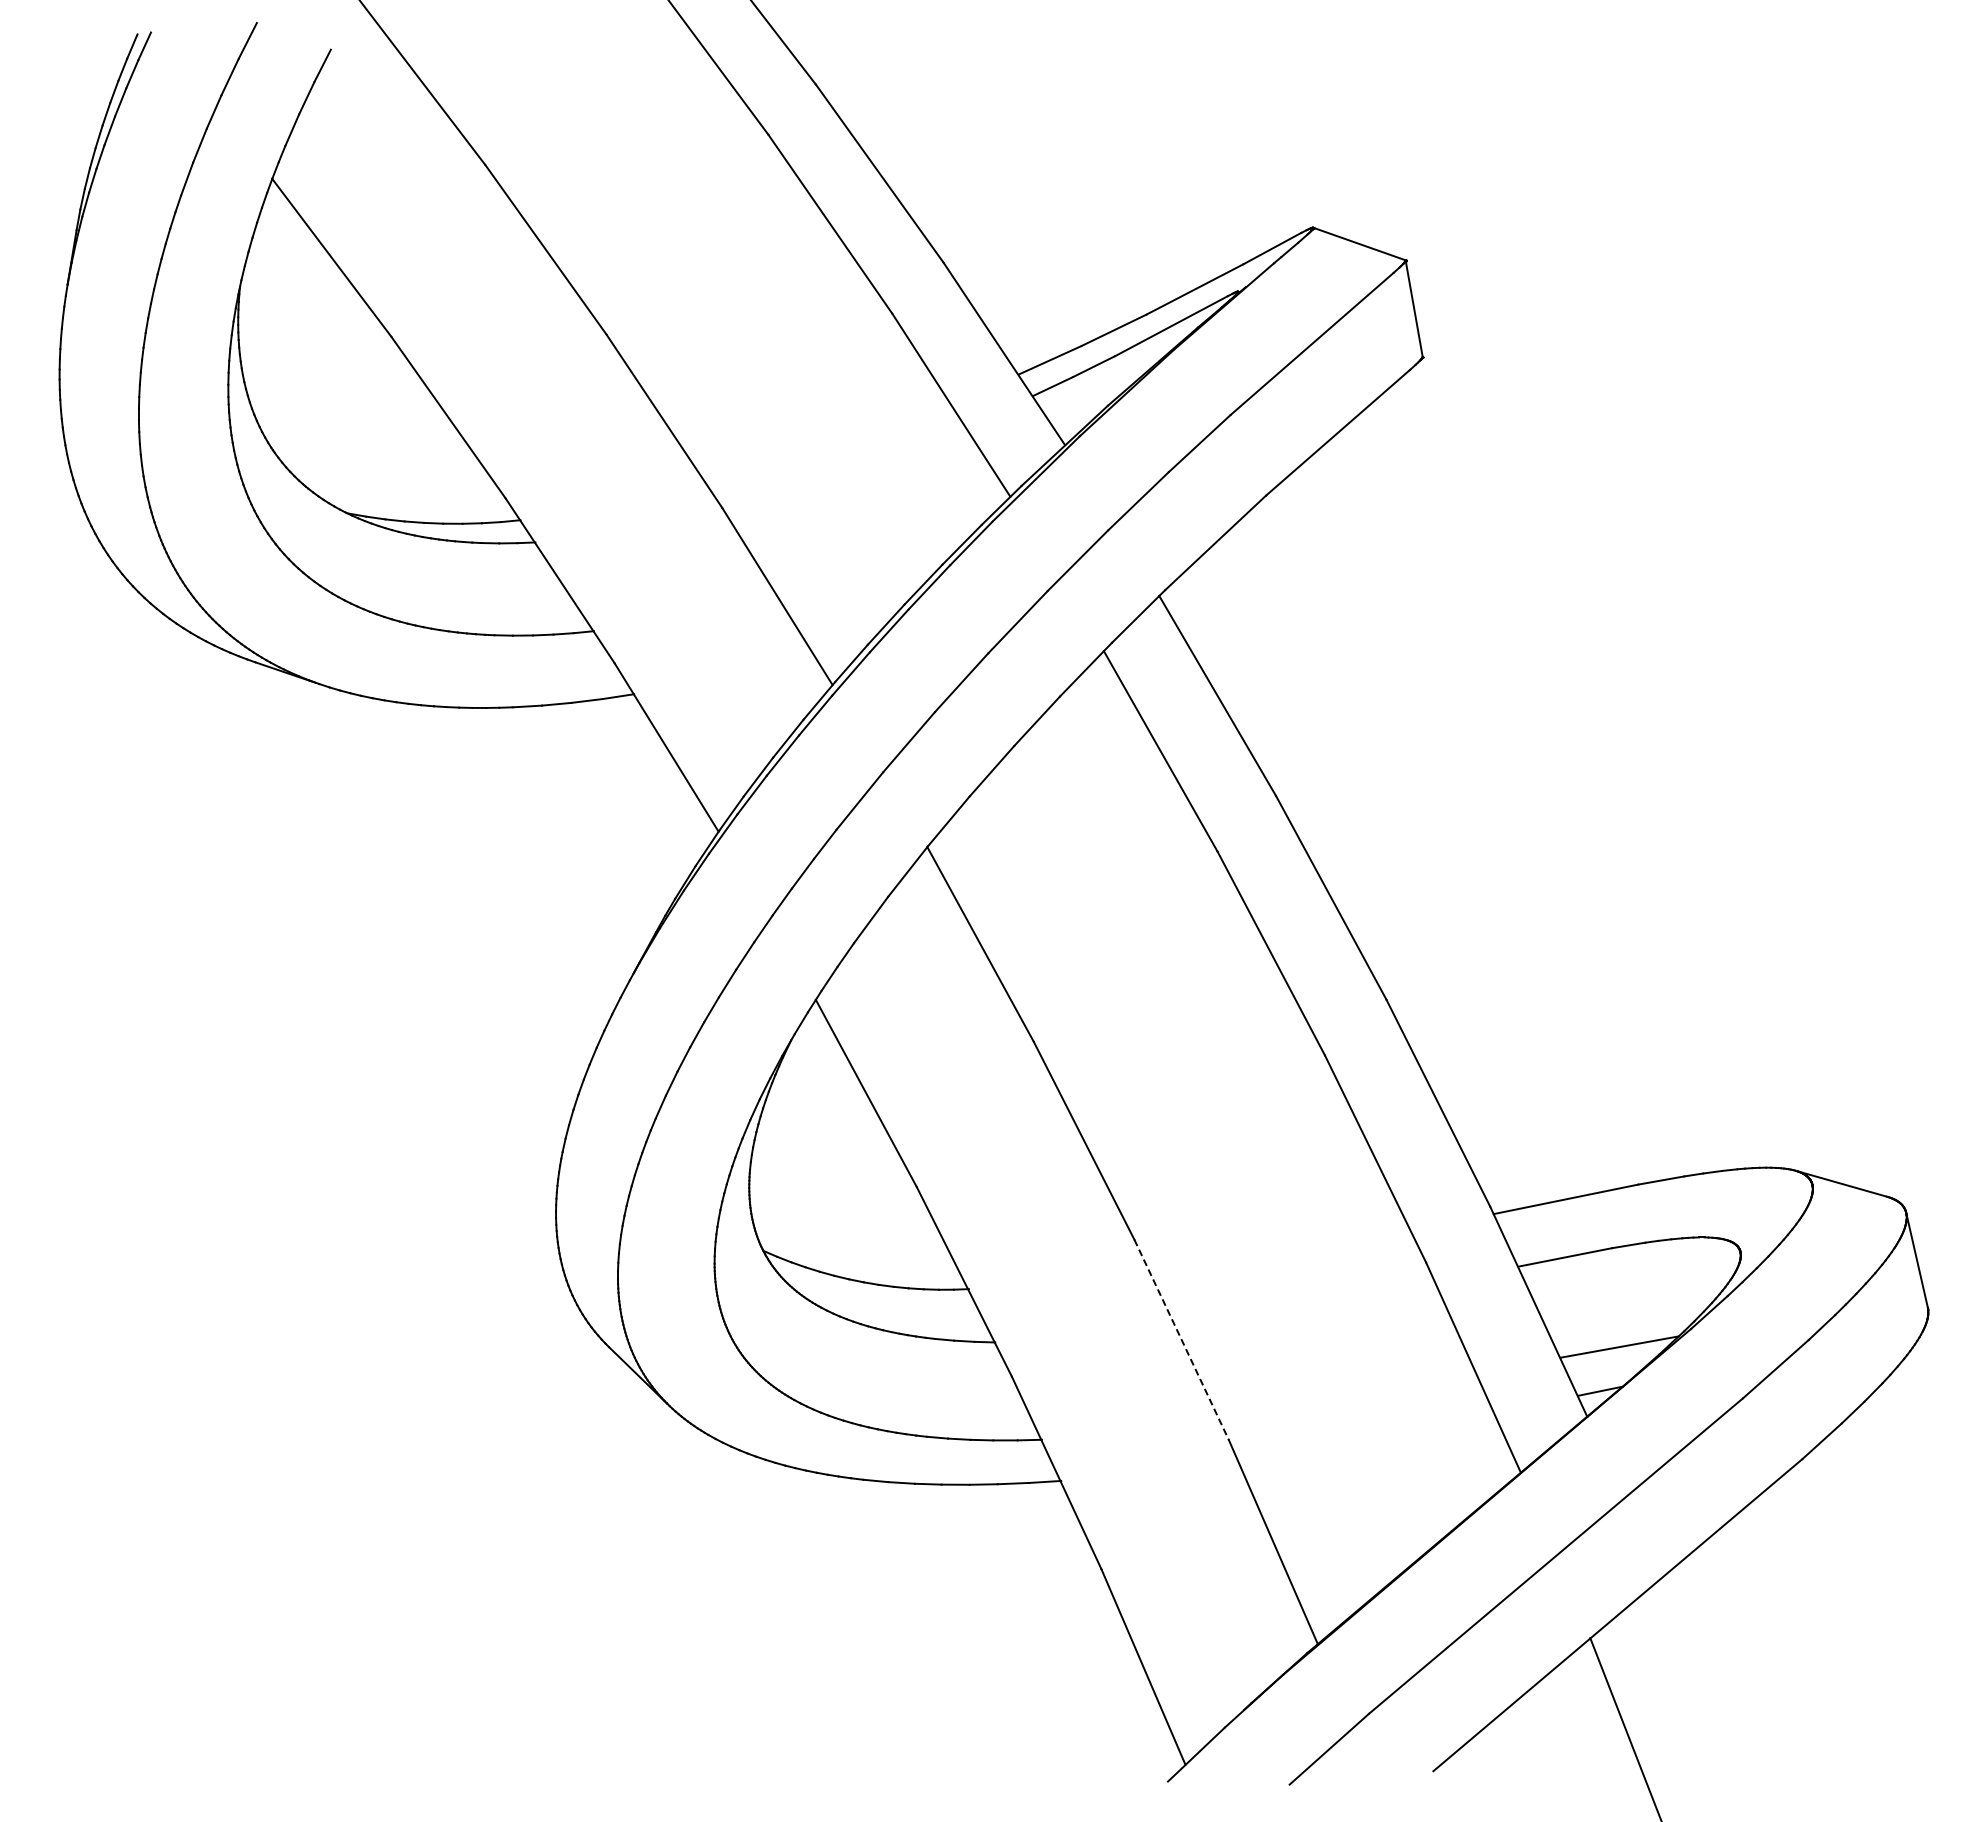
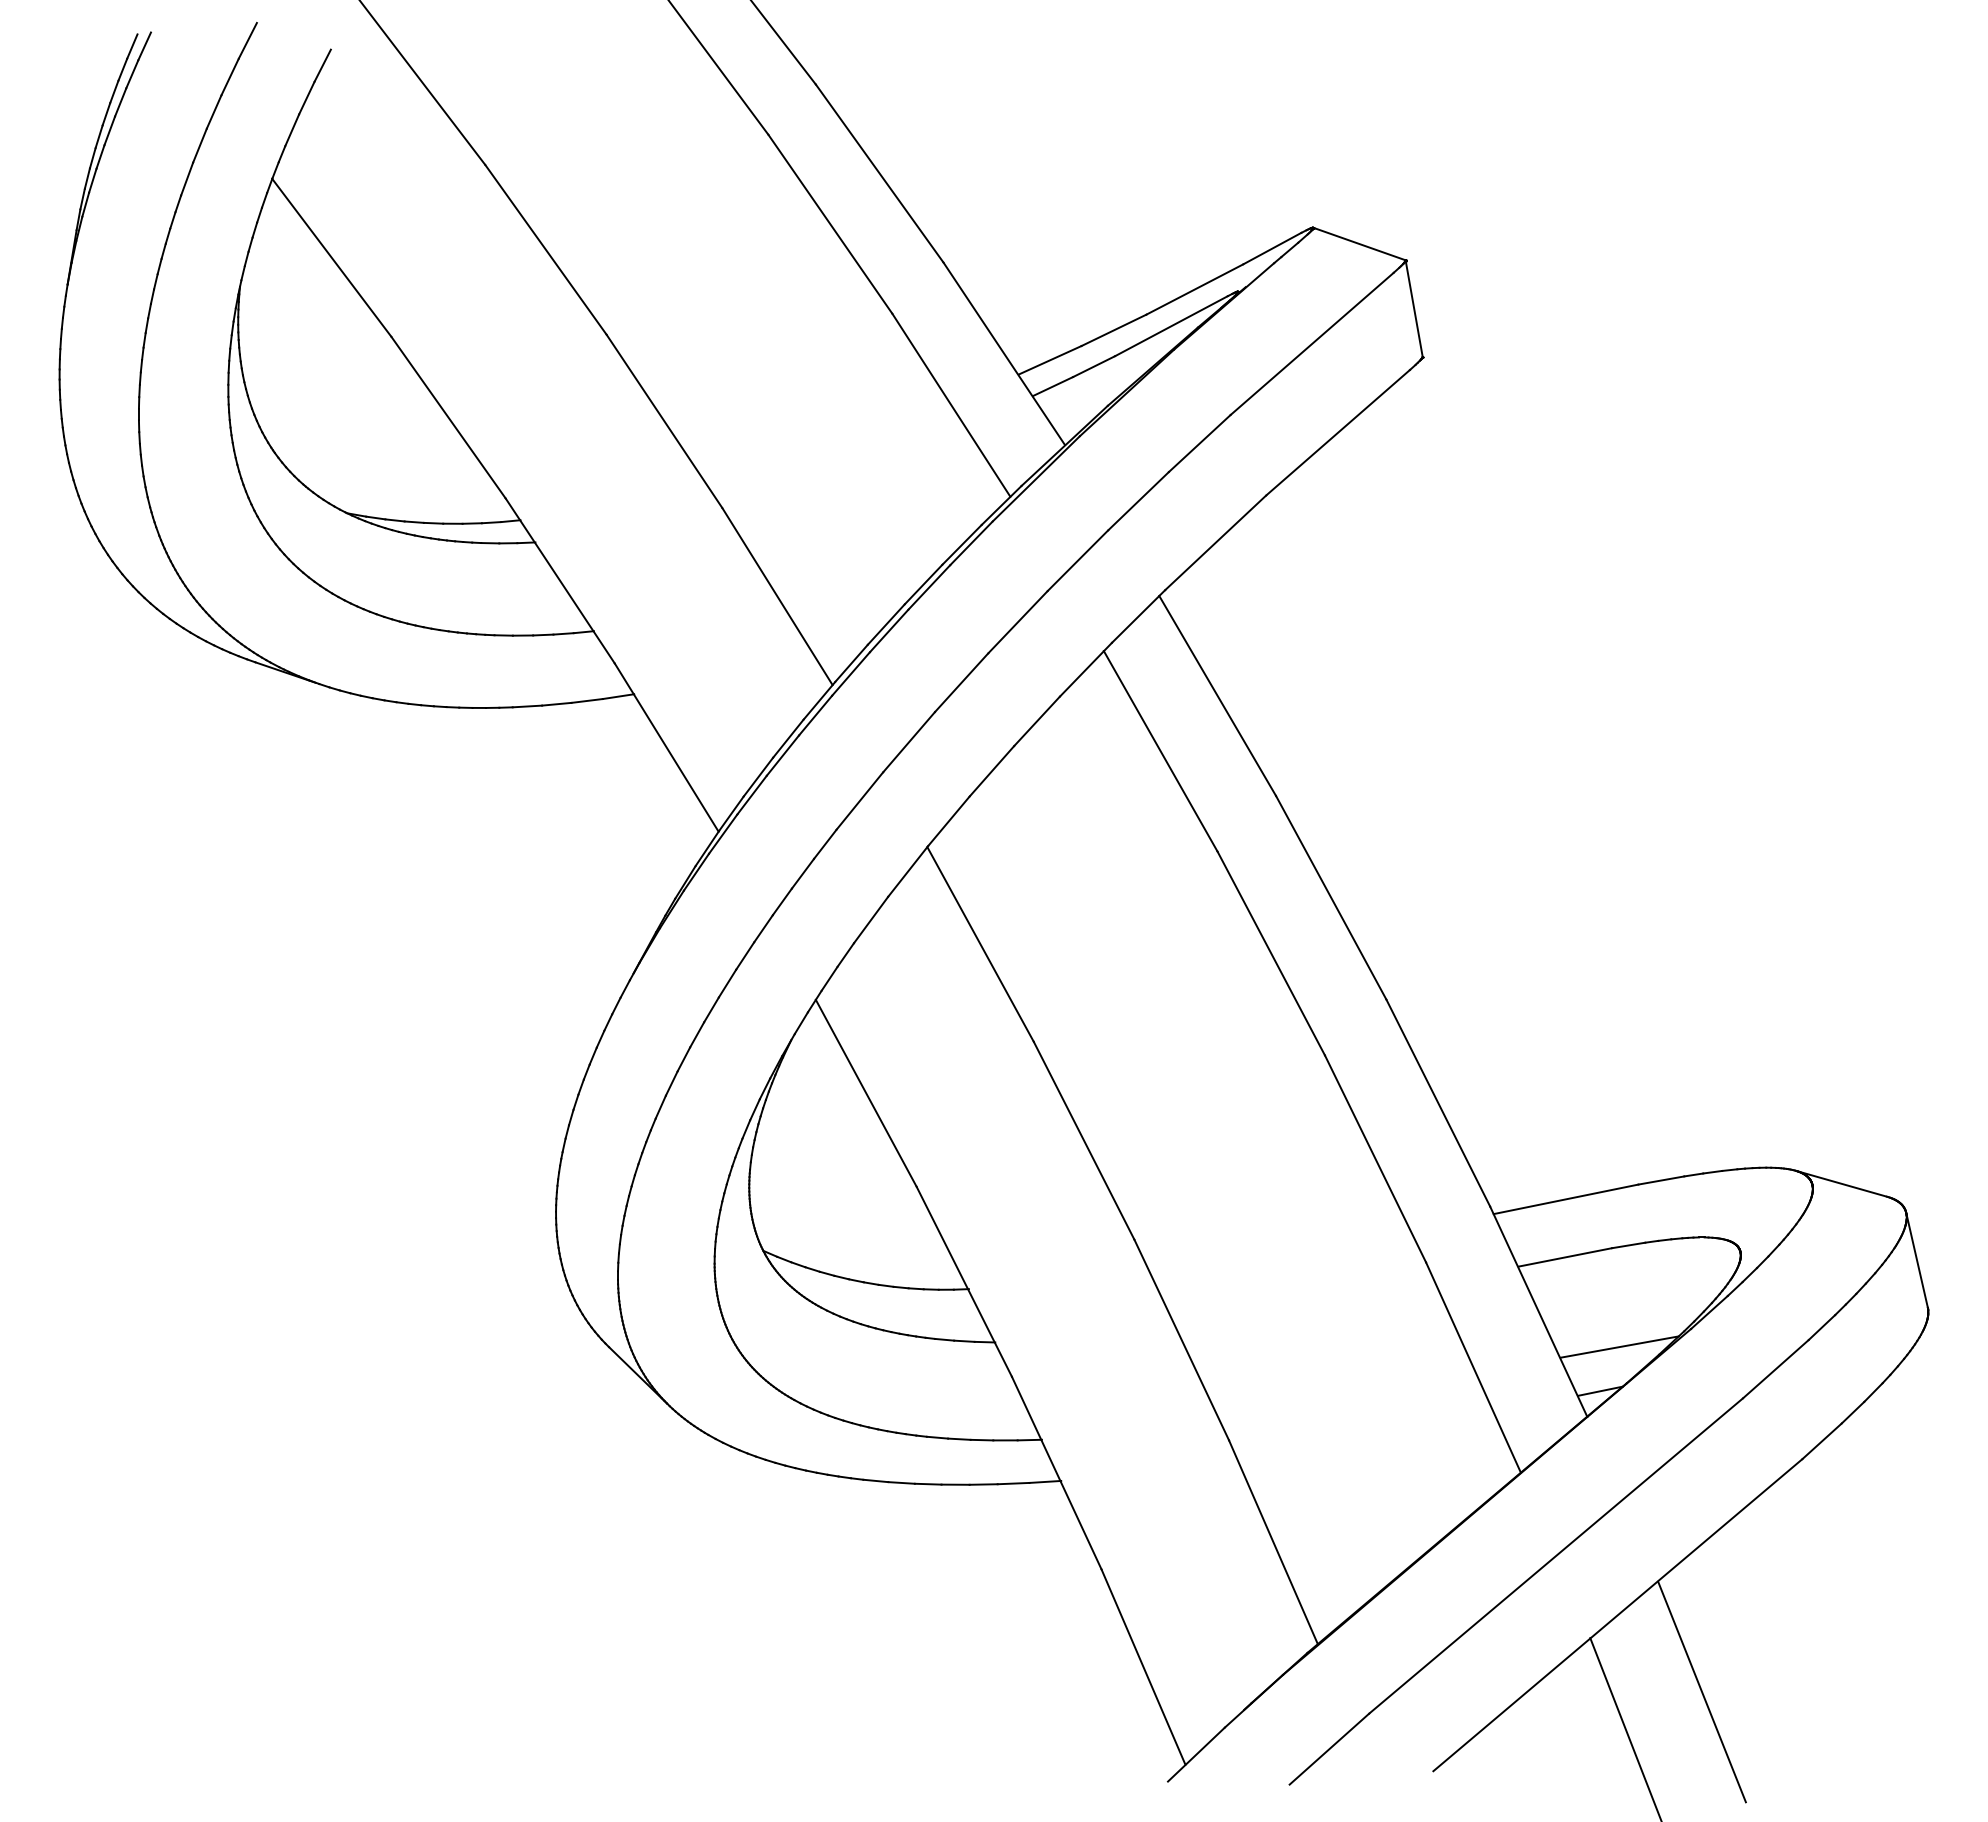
line at (1181, 1340): dashed -> solid
line at (1701, 1691): none -> present
